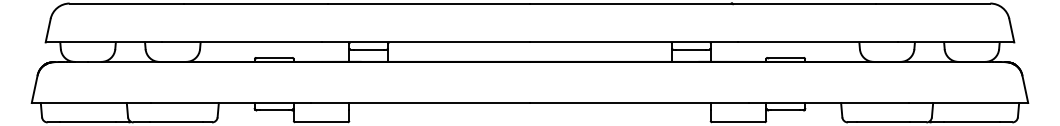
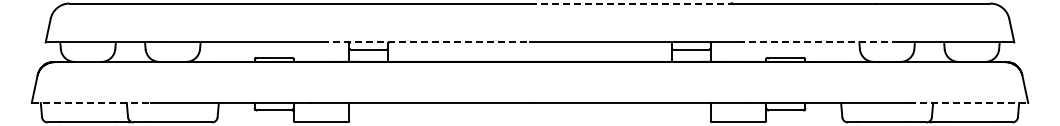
line at (630, 3): solid -> dashed
line at (426, 42): solid -> dashed
line at (818, 42): solid -> dashed
line at (91, 102): solid -> dashed
line at (969, 102): solid -> dashed
